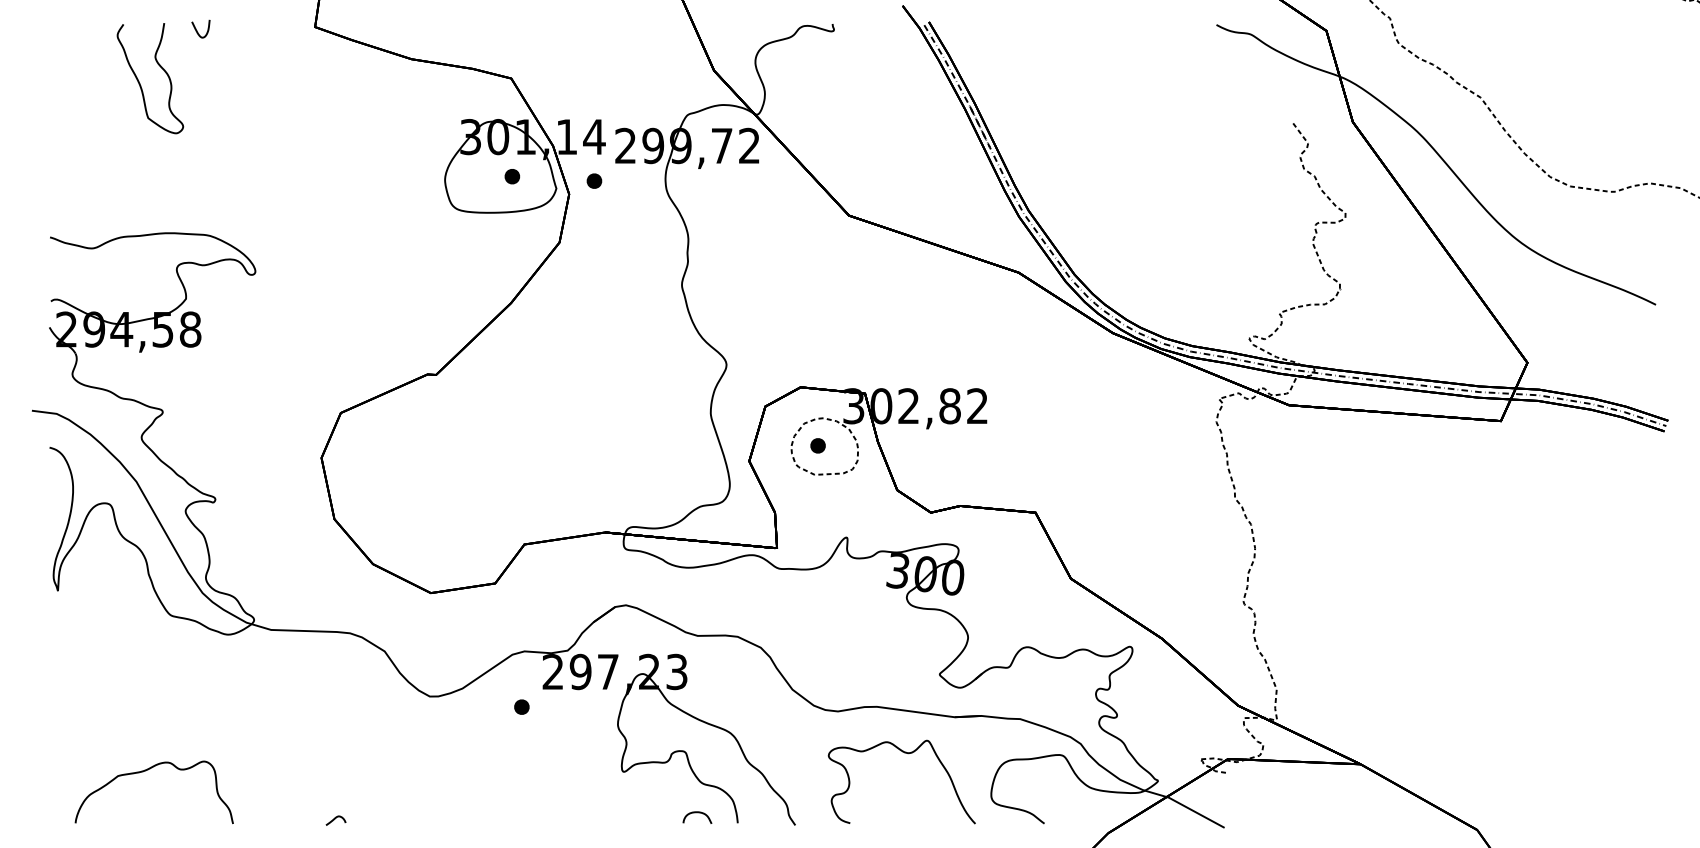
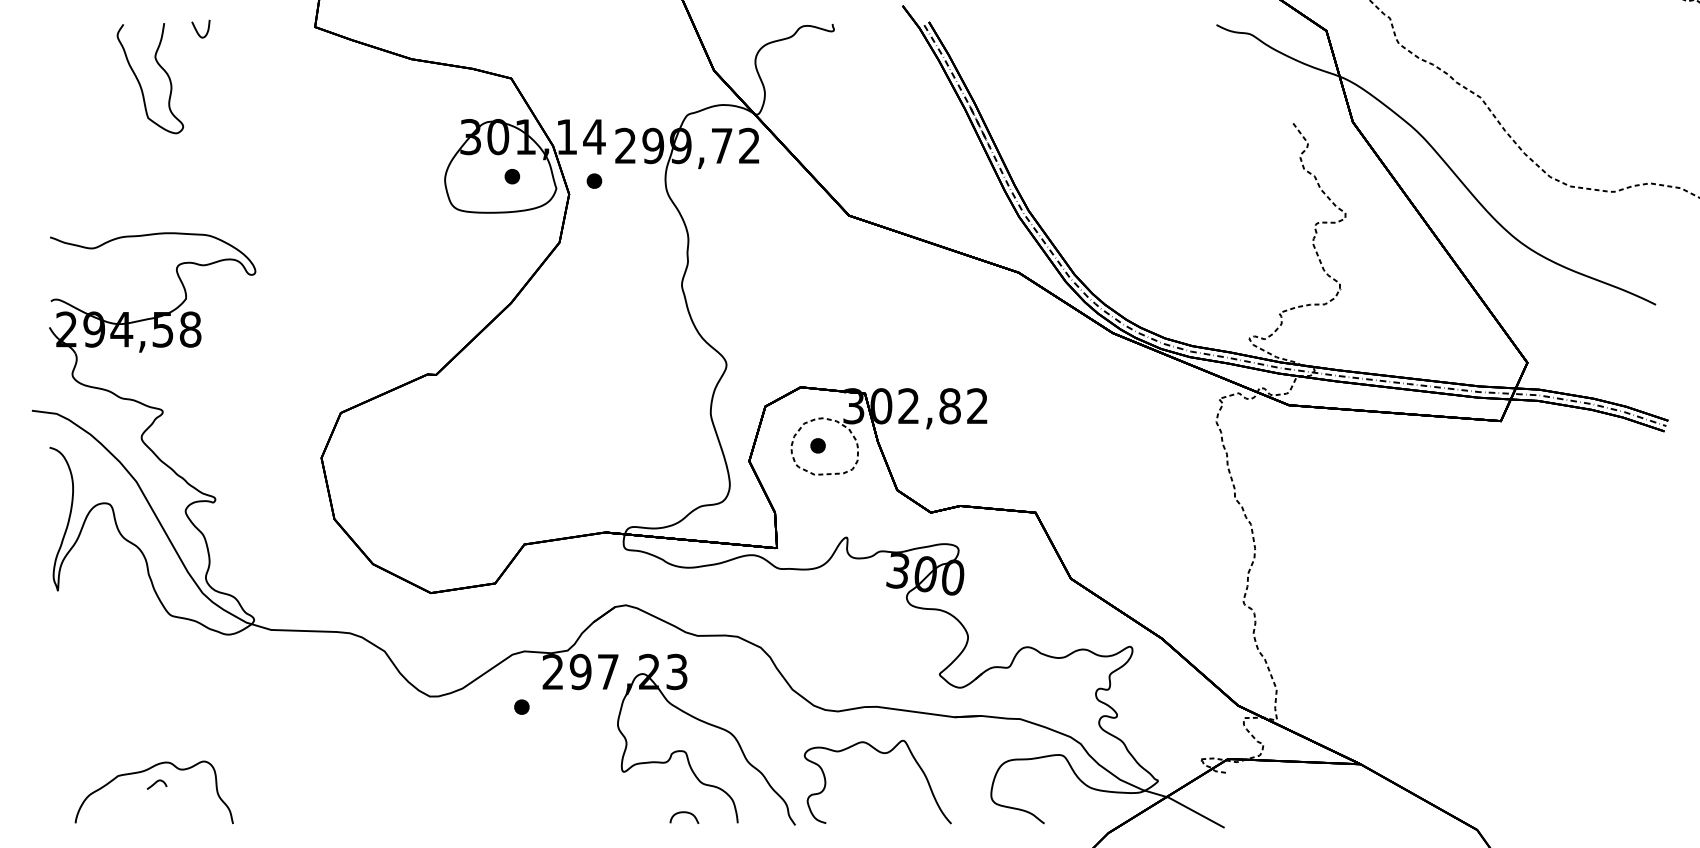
curve at (908, 754) position: (908, 754) -> (884, 754)
curve at (697, 813) position: (697, 813) -> (684, 813)
curve at (335, 819) position: (335, 819) -> (156, 783)
